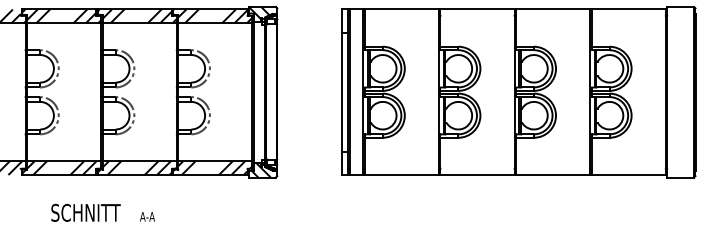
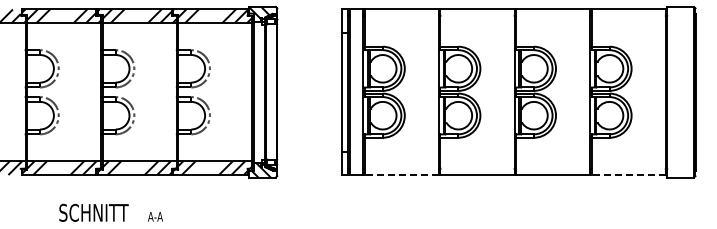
line at (401, 175): solid -> dashed
line at (628, 175): solid -> dashed
text at (102, 212) position: (102, 212) -> (110, 212)
